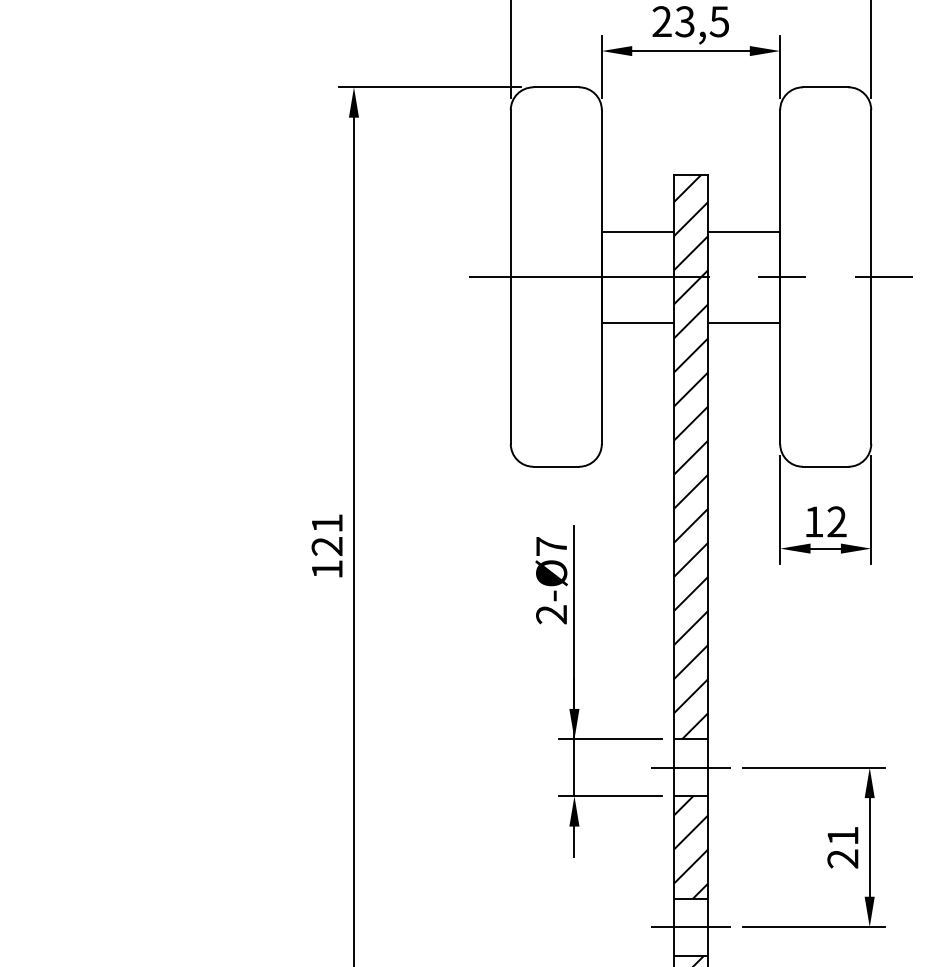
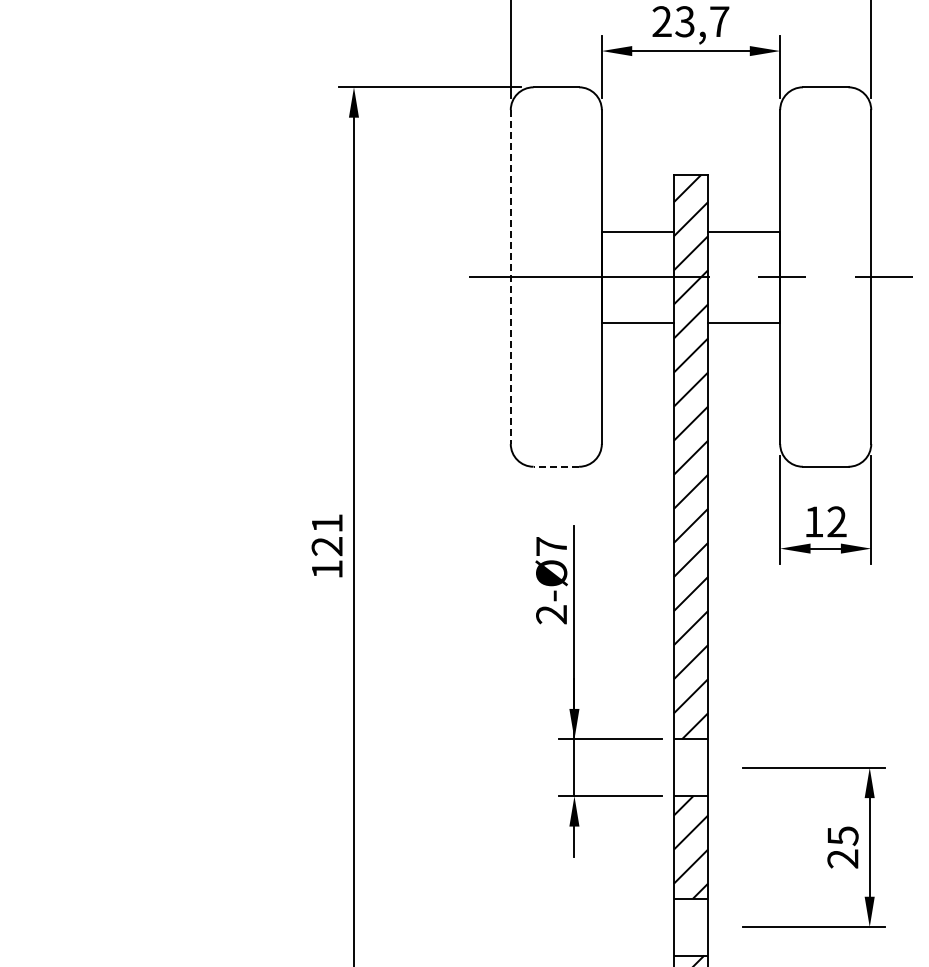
text at (719, 21): 23,5 -> 23,7
line at (510, 277): solid -> dashed
line at (556, 466): solid -> dashed
line at (690, 767): present -> none
text at (842, 836): 21 -> 25
line at (690, 927): present -> none
